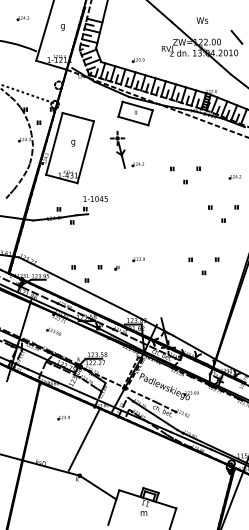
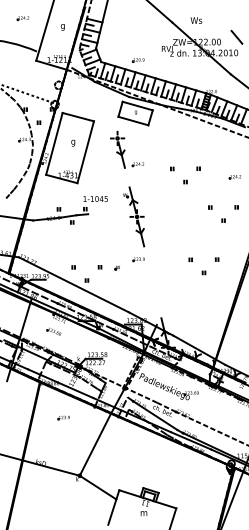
text at (202, 20) position: (202, 20) -> (196, 20)
part at (134, 216): none -> present
line at (210, 427): none -> present
line at (83, 439) position: (83, 439) -> (94, 444)
